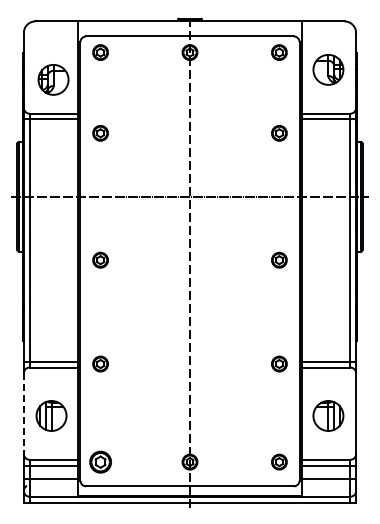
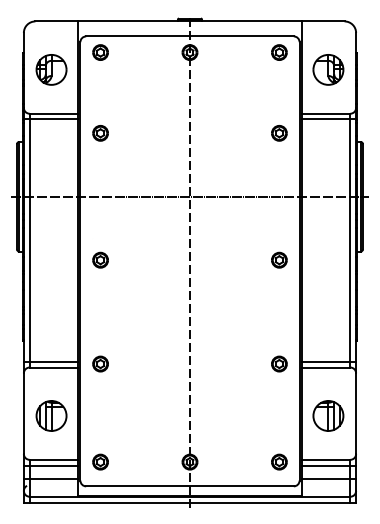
part at (53, 79) position: (53, 79) -> (51, 69)
line at (23, 414): dashed -> solid
part at (100, 461) size: 23x24 px -> 17x18 px
